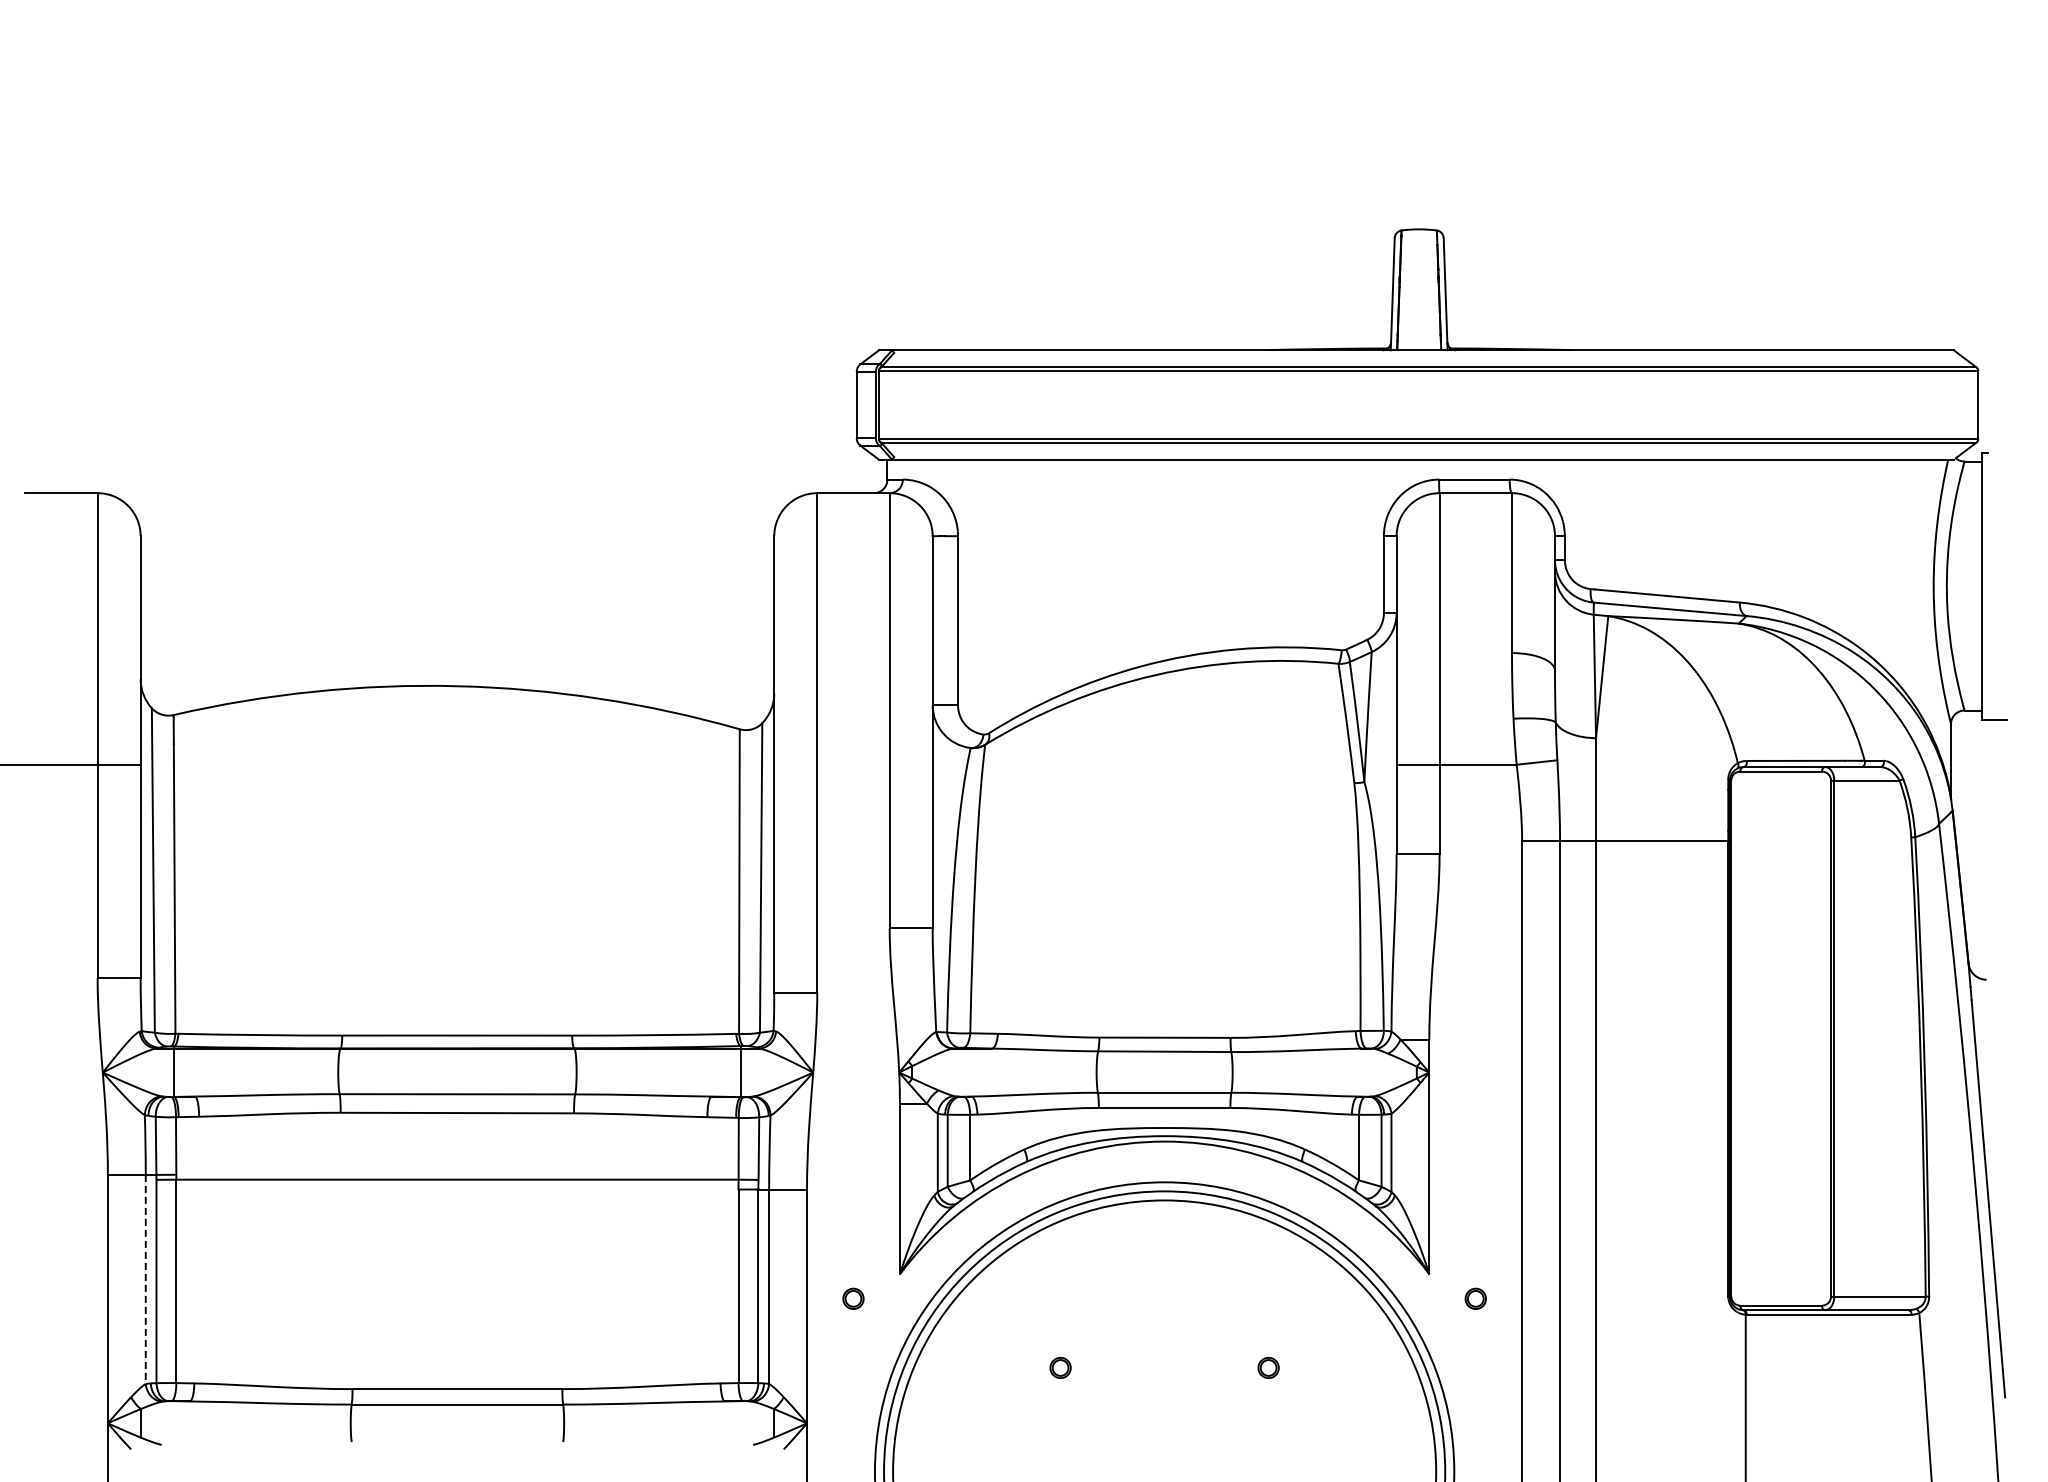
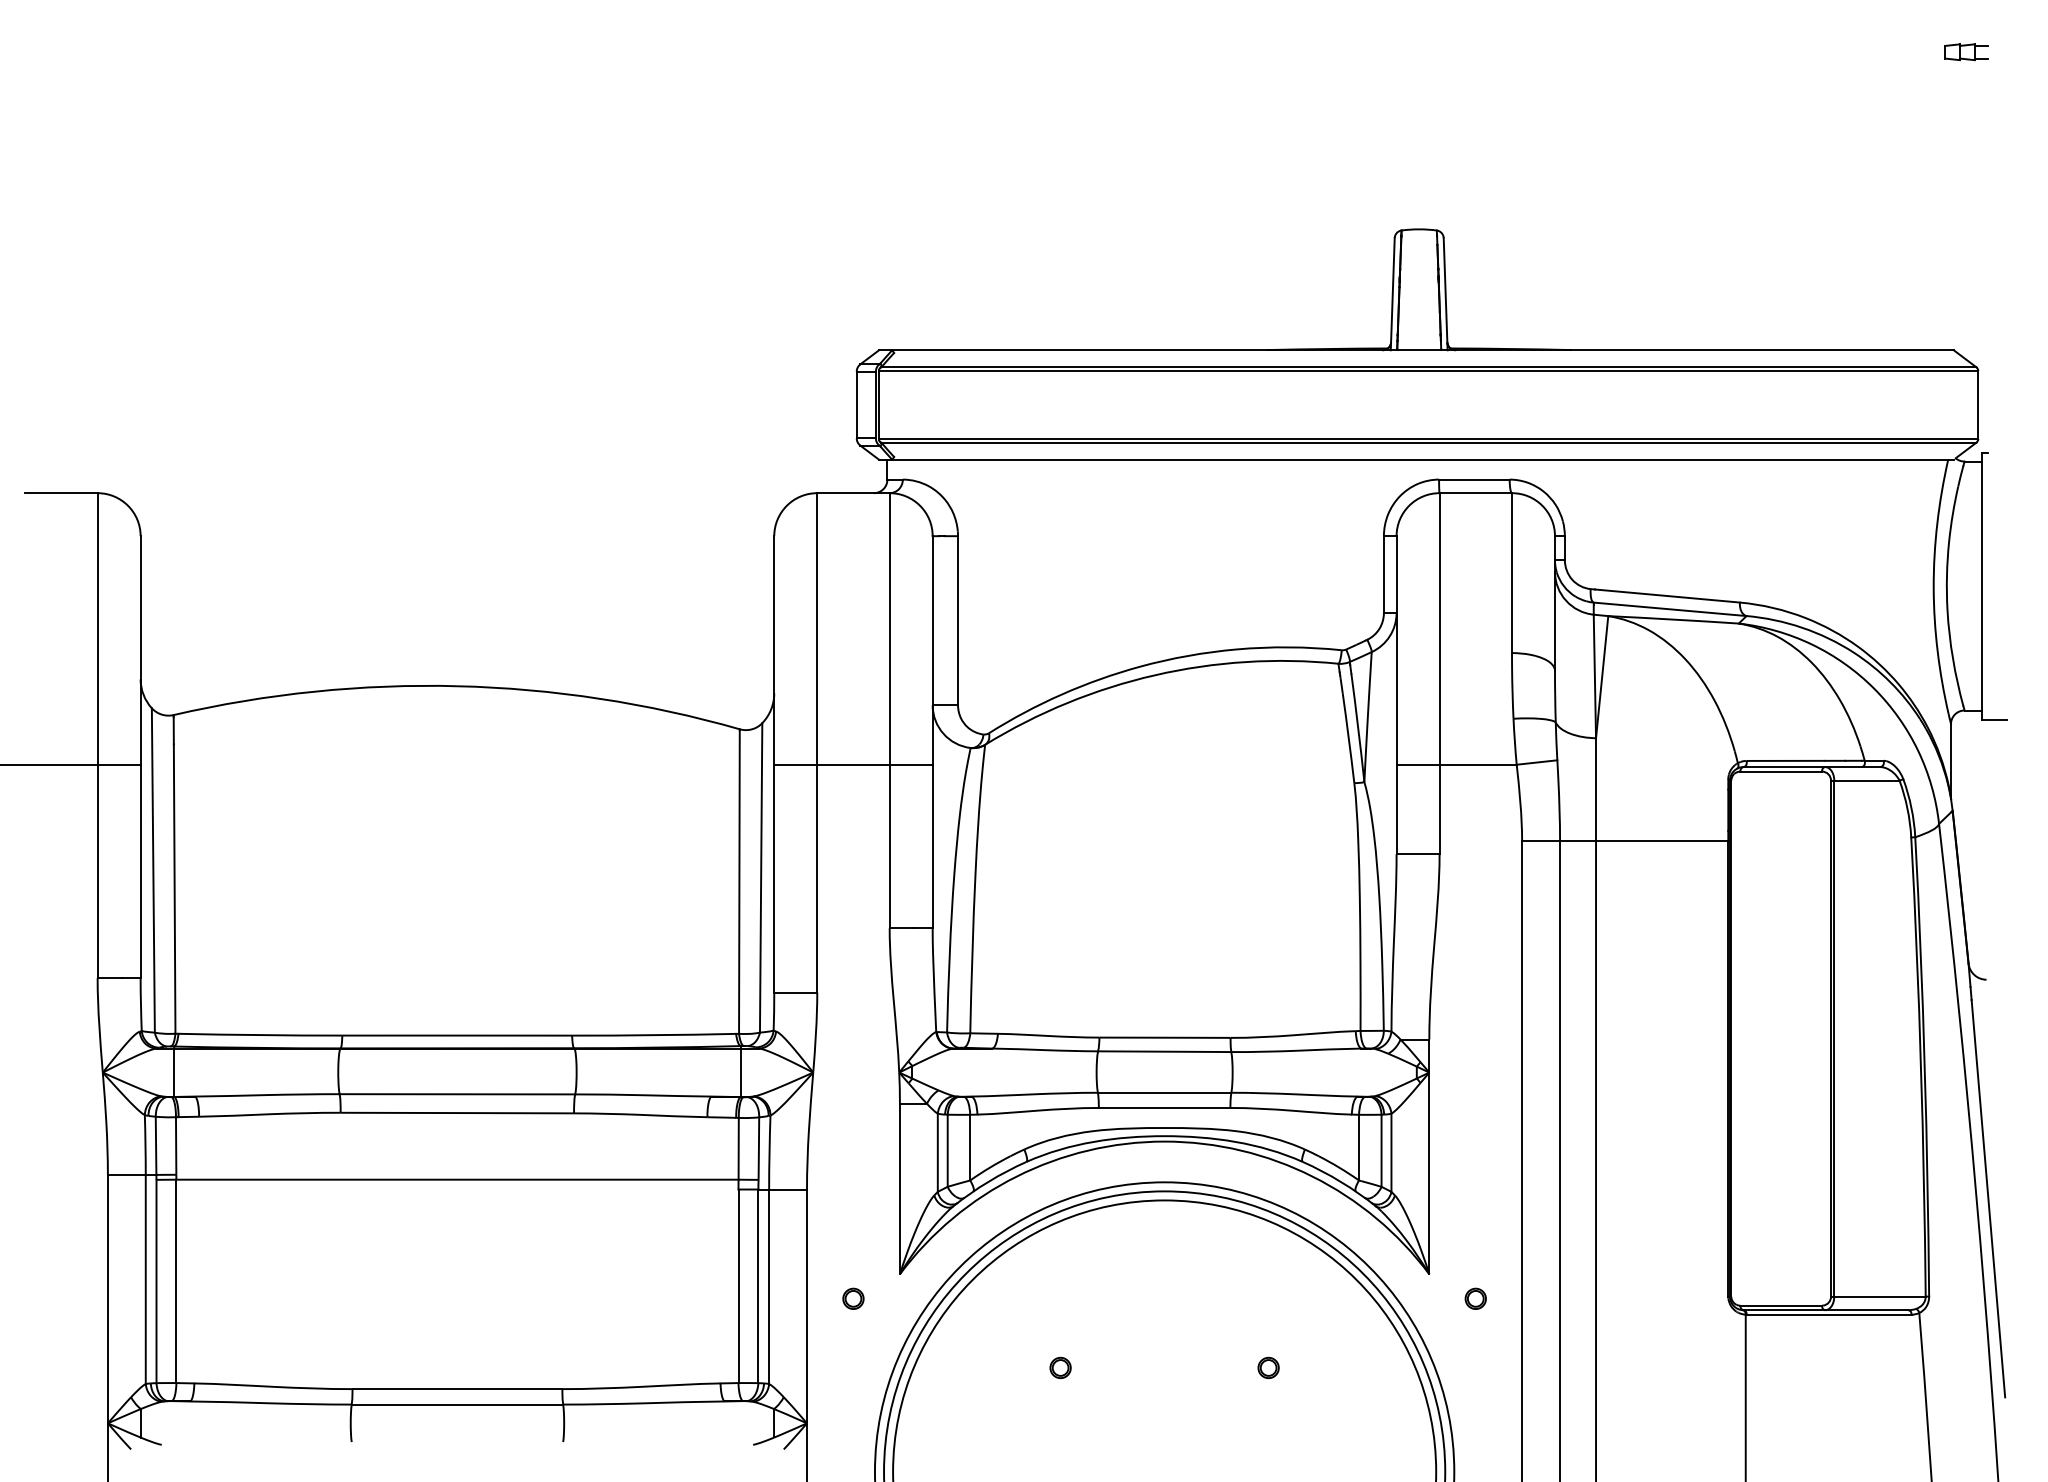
part at (1966, 52): none -> present
line at (853, 764): none -> present
line at (145, 1279): dashed -> solid
